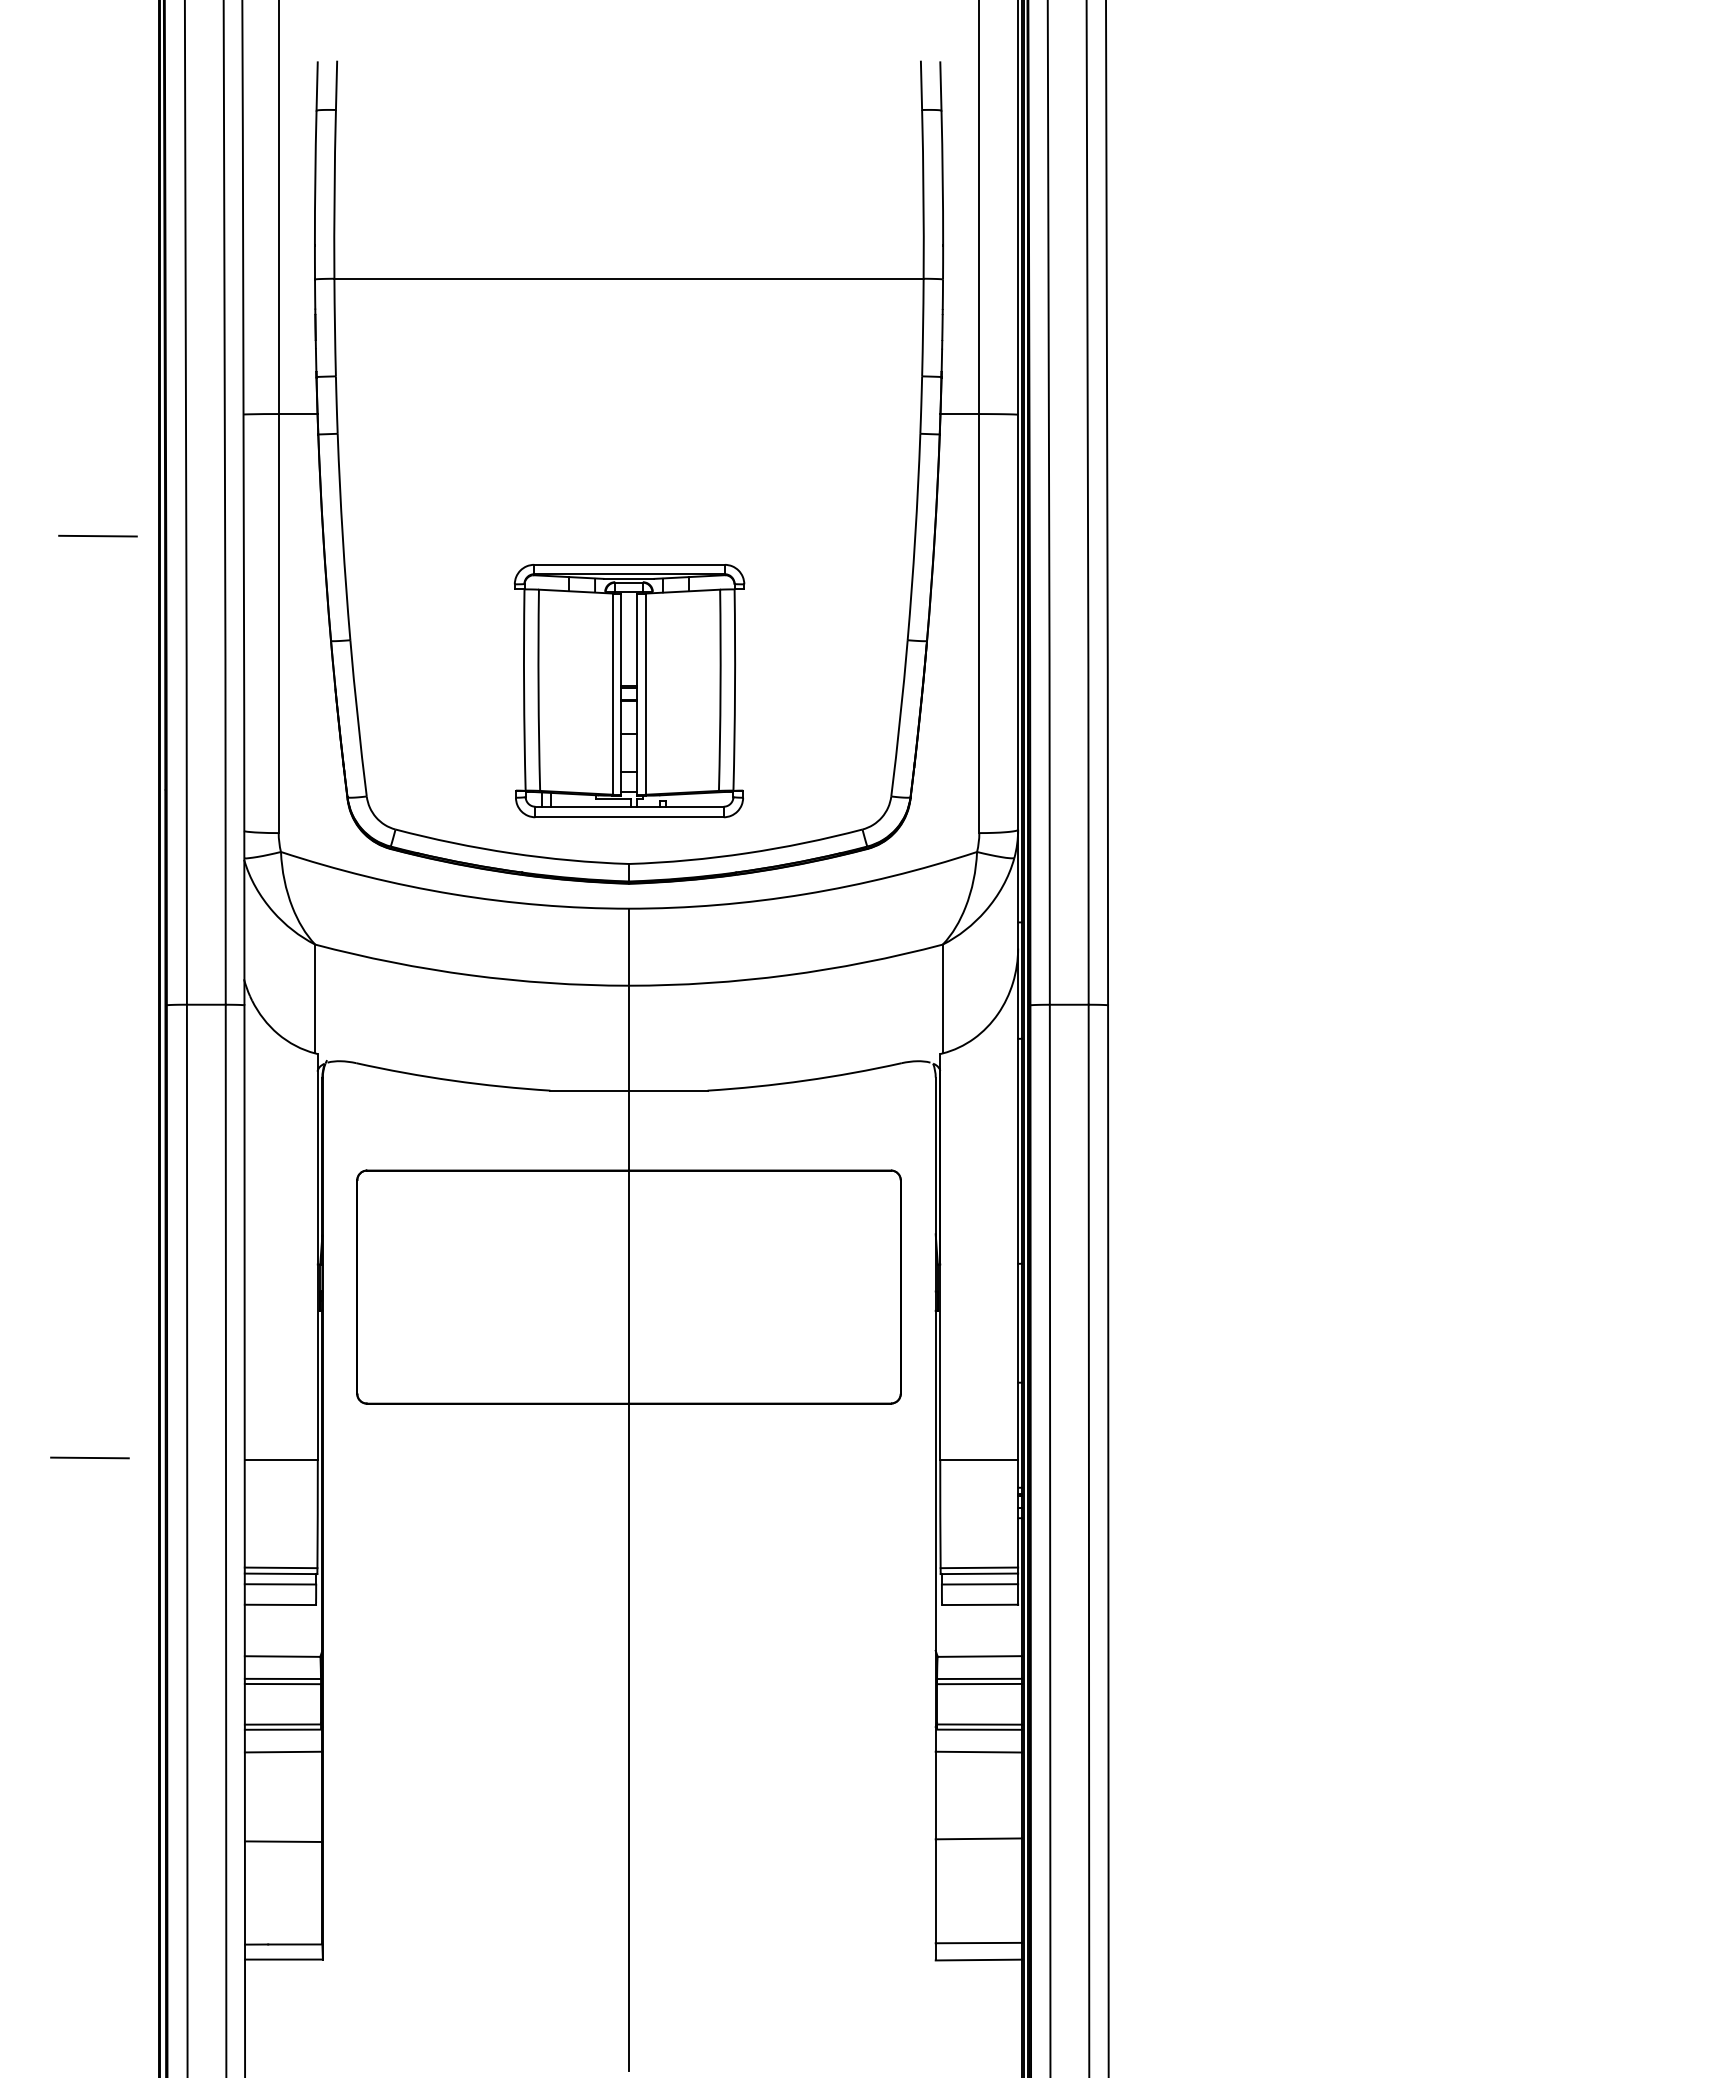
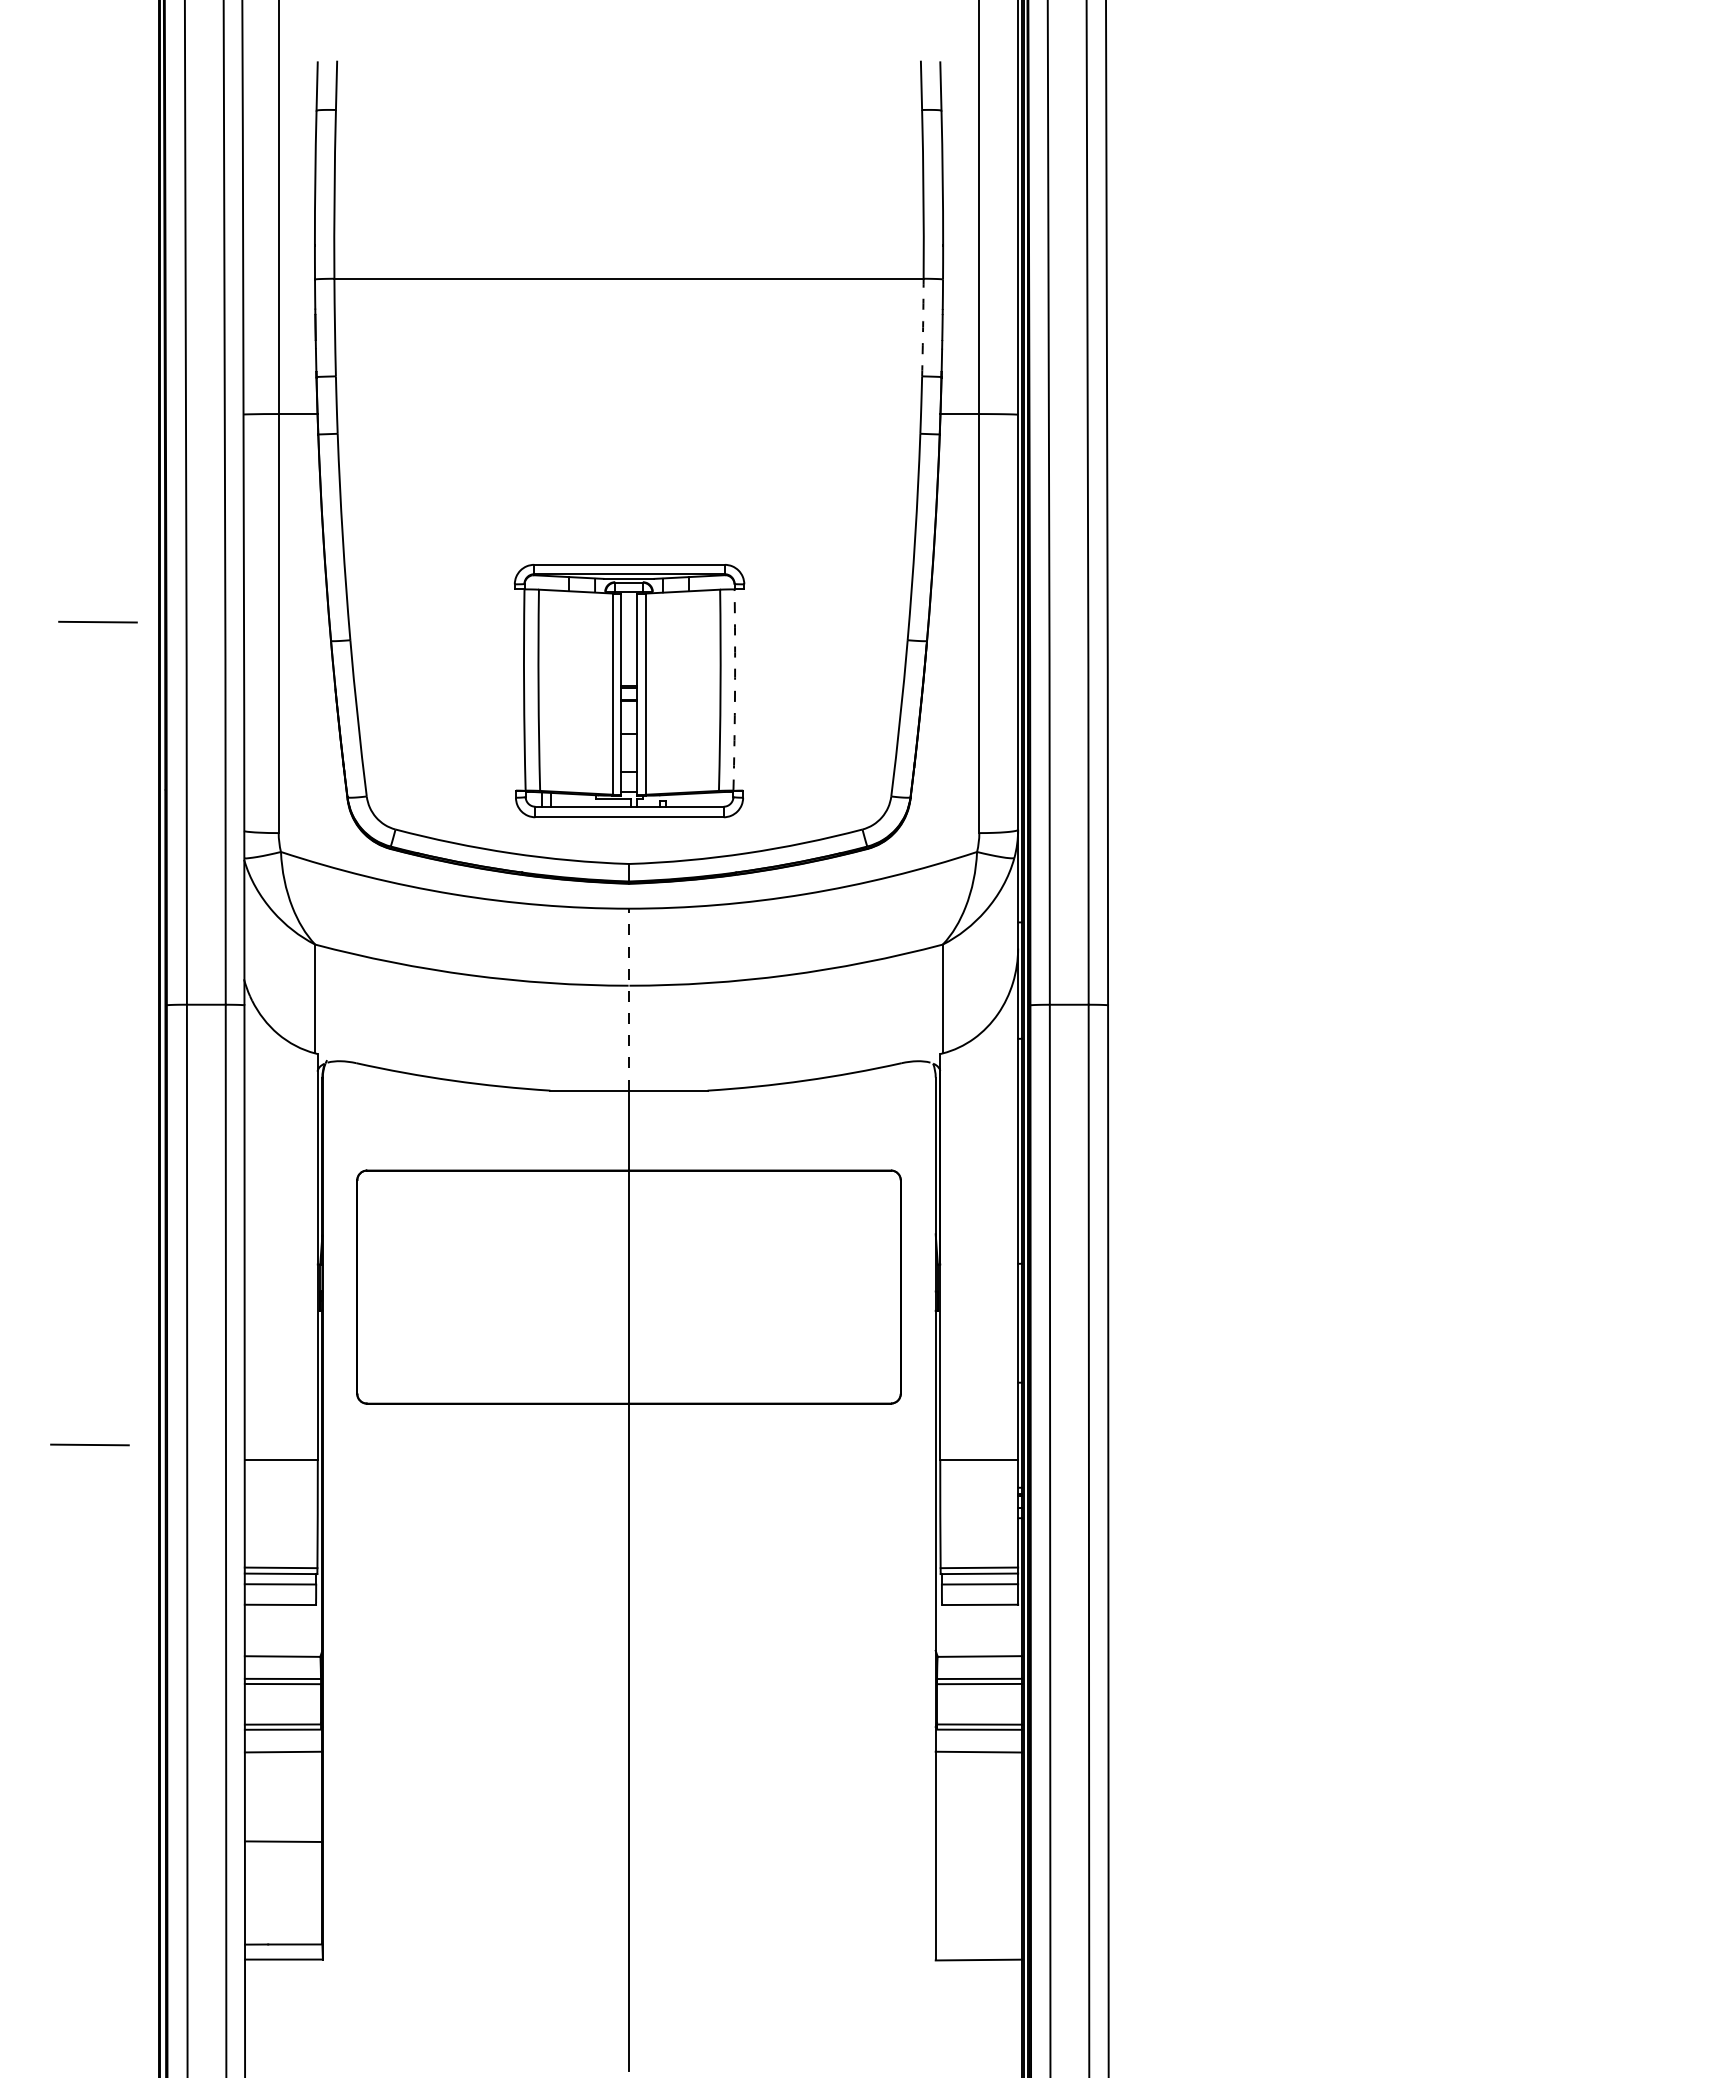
arc at (923, 327): solid -> dashed
line at (97, 535) position: (97, 535) -> (97, 621)
arc at (735, 690): solid -> dashed
line at (629, 999): solid -> dashed
line at (89, 1457) position: (89, 1457) -> (89, 1444)
line at (978, 1838): present -> none
line at (978, 1942): present -> none
